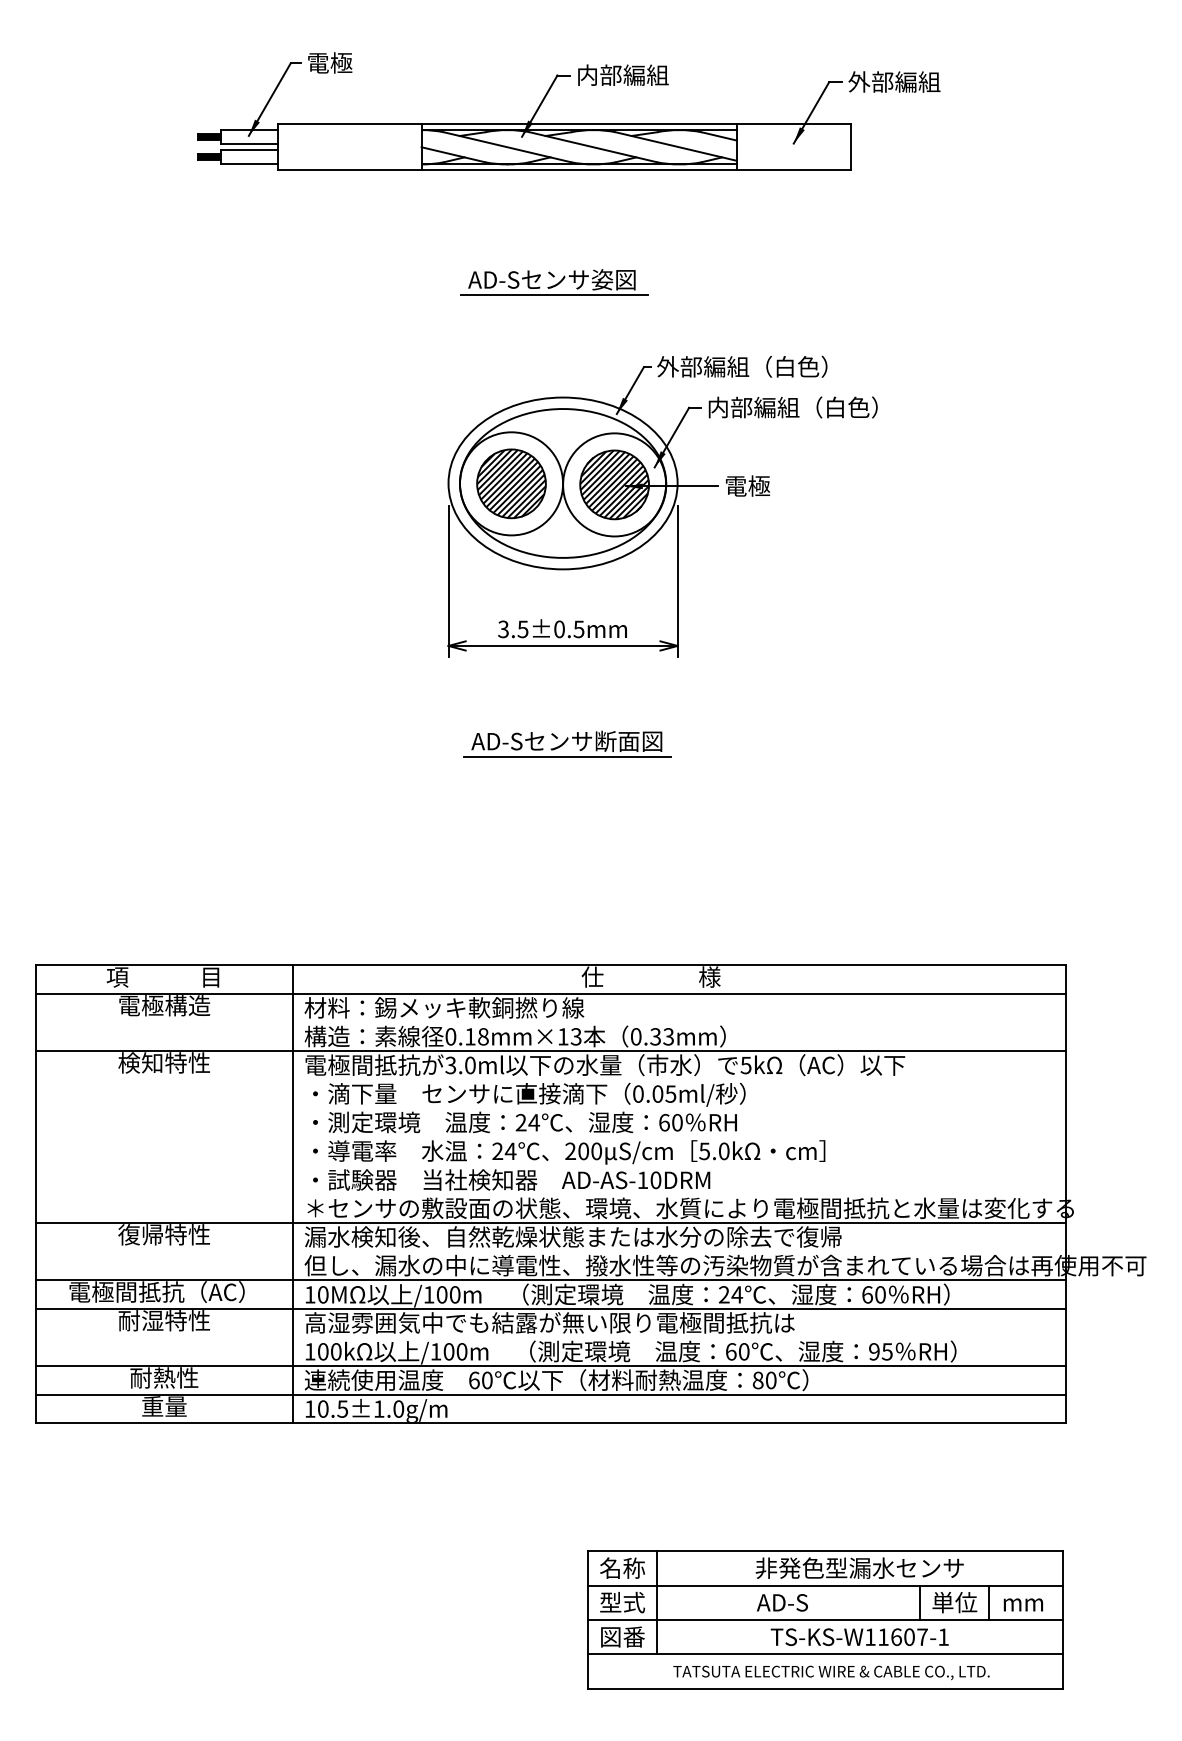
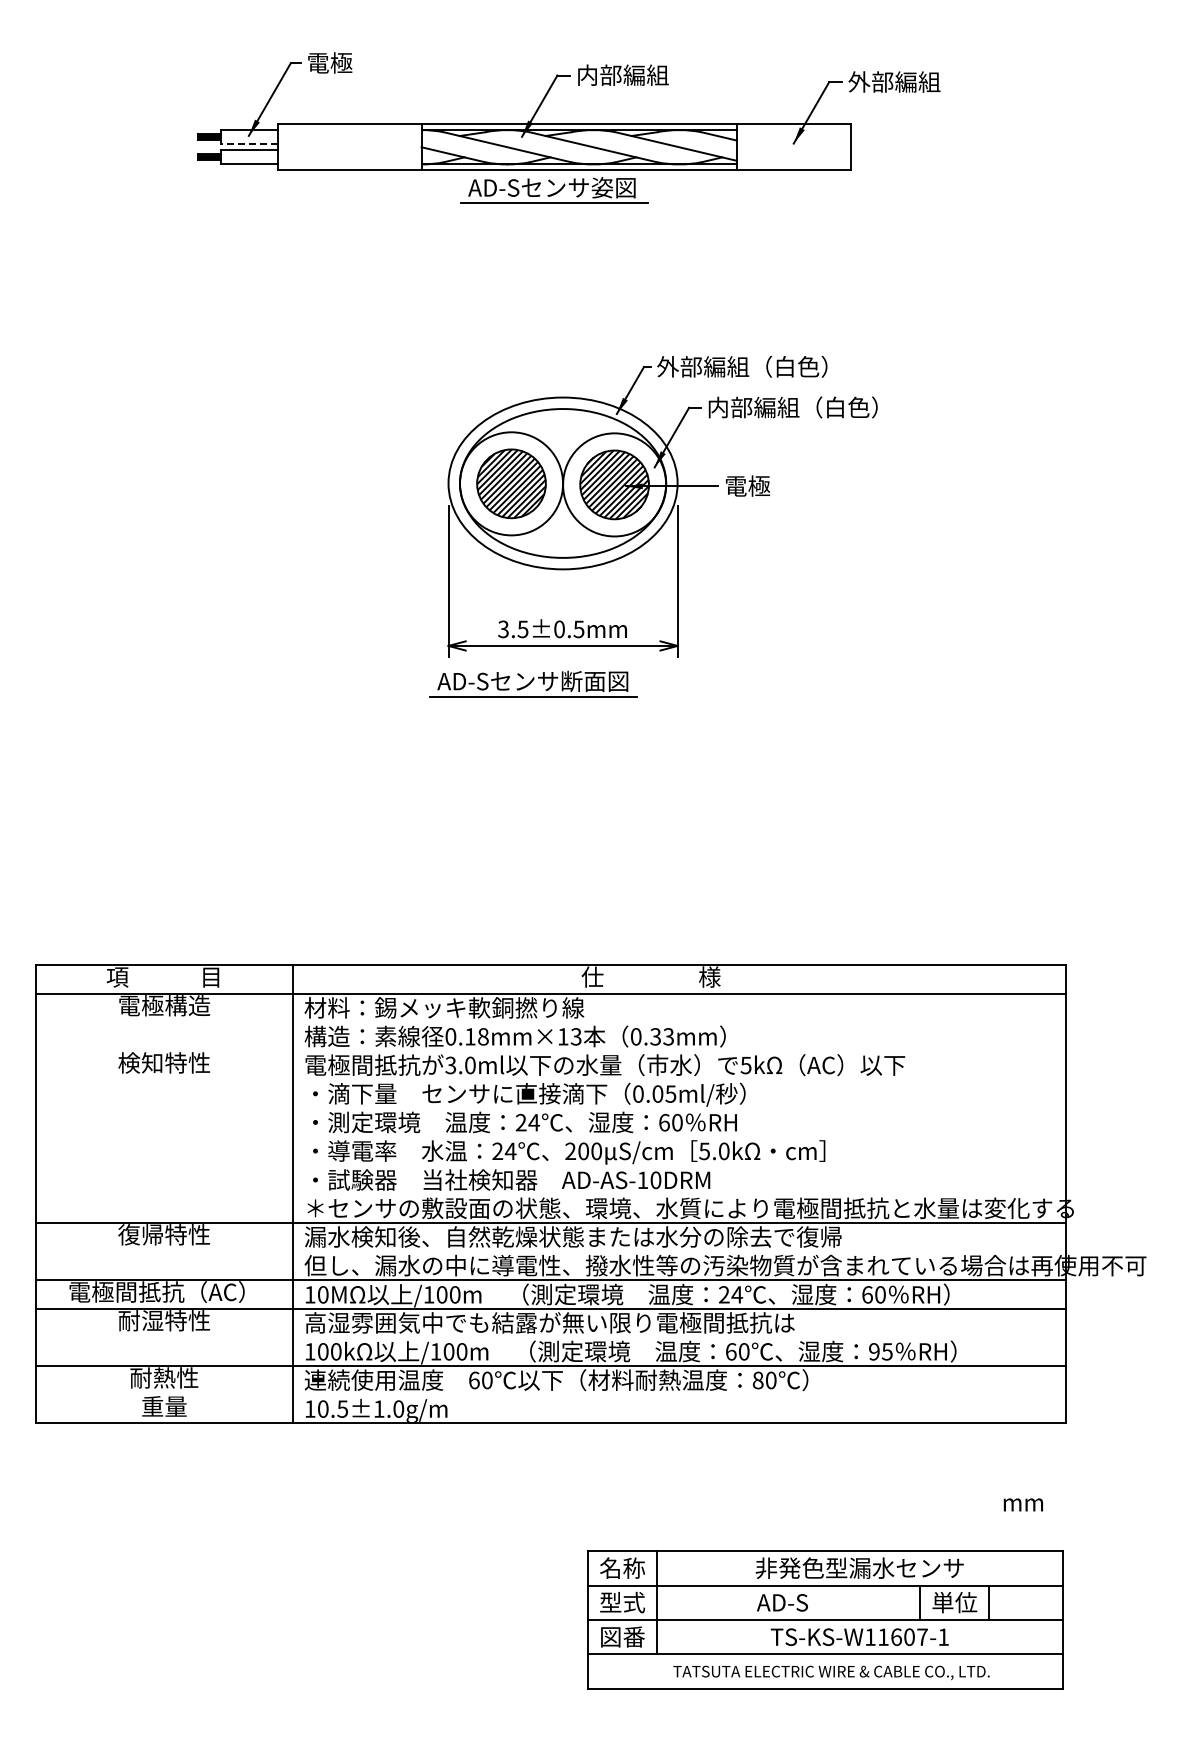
line at (249, 144): solid -> dashed
part at (554, 282) position: (554, 282) -> (554, 190)
part at (567, 743) position: (567, 743) -> (533, 683)
line at (550, 1051): present -> none
line at (550, 1394): present -> none
text at (1022, 1604) position: (1022, 1604) -> (1022, 1504)
